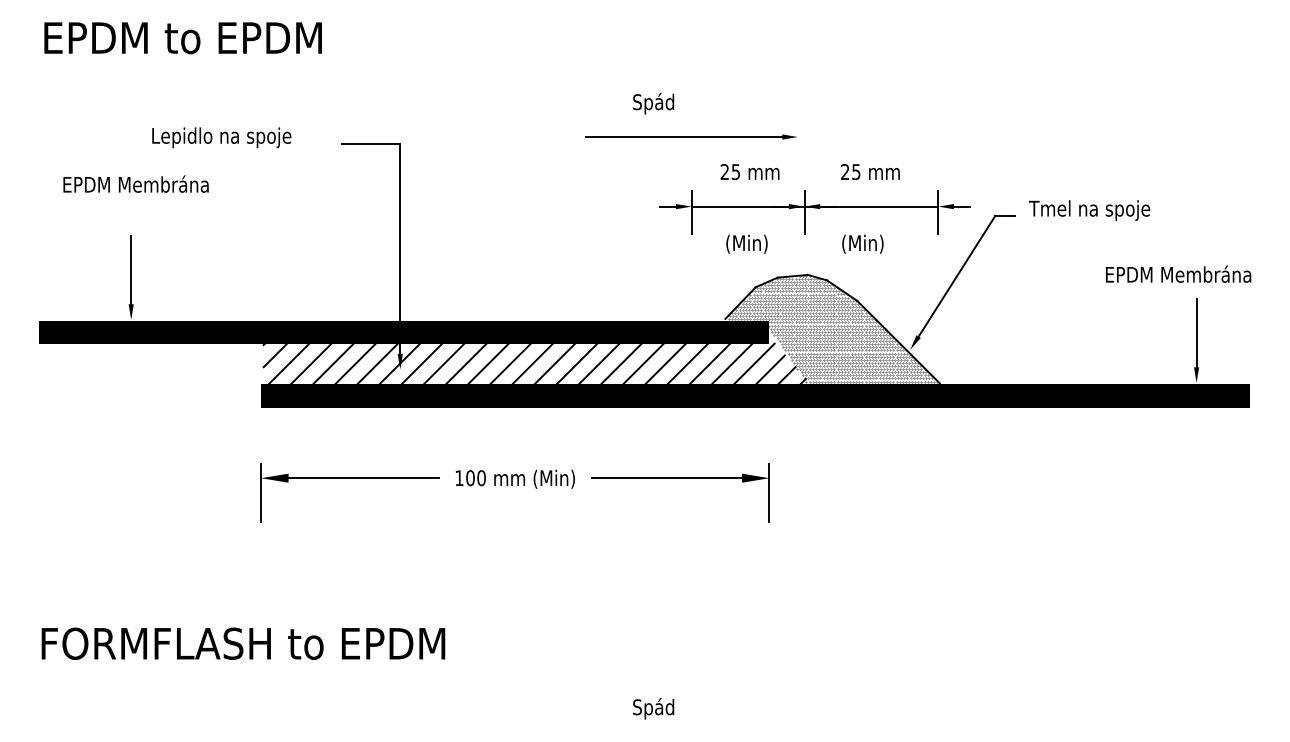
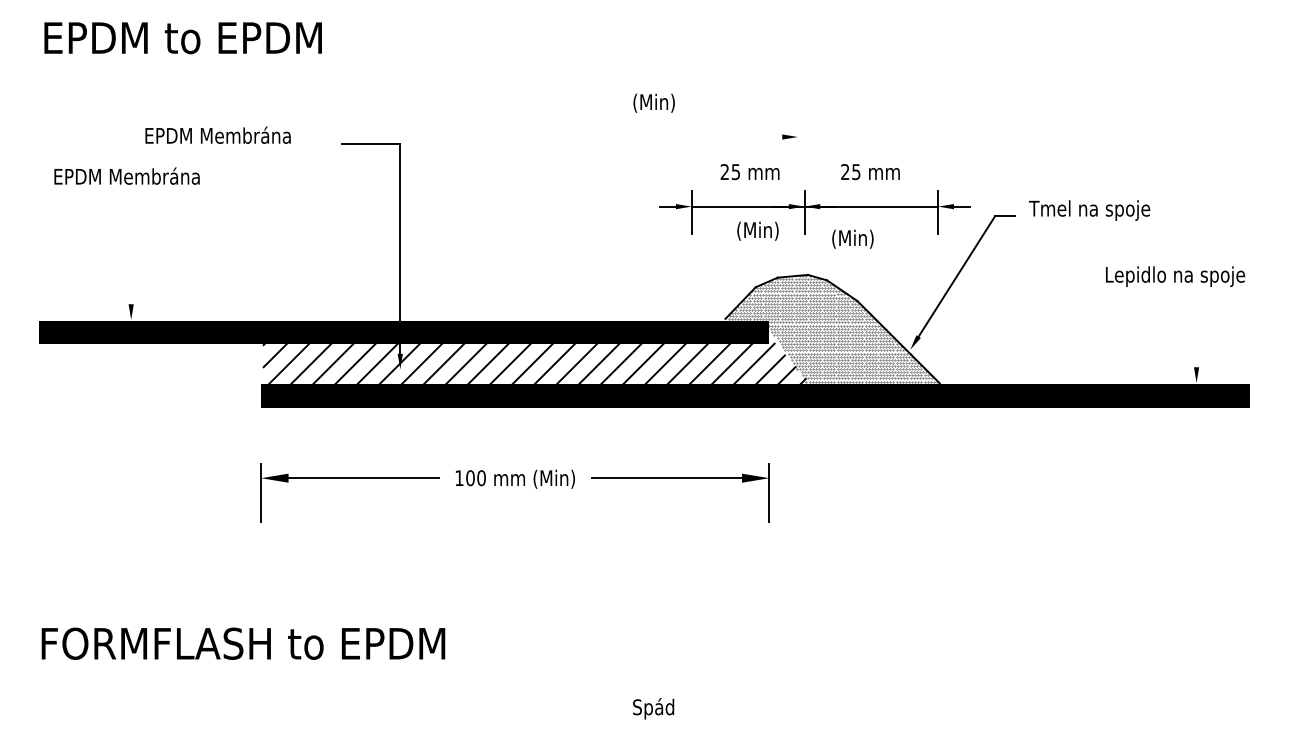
text at (653, 103): Spád -> (Min)
text at (218, 137): Lepidlo na spoje -> EPDM Membrána
line at (683, 137): present -> none
text at (135, 183) position: (135, 183) -> (126, 175)
text at (746, 243) position: (746, 243) -> (757, 230)
text at (862, 243) position: (862, 243) -> (852, 238)
line at (131, 270): present -> none
text at (1179, 276): EPDM Membrána -> Lepidlo na spoje
line at (1196, 333): present -> none
